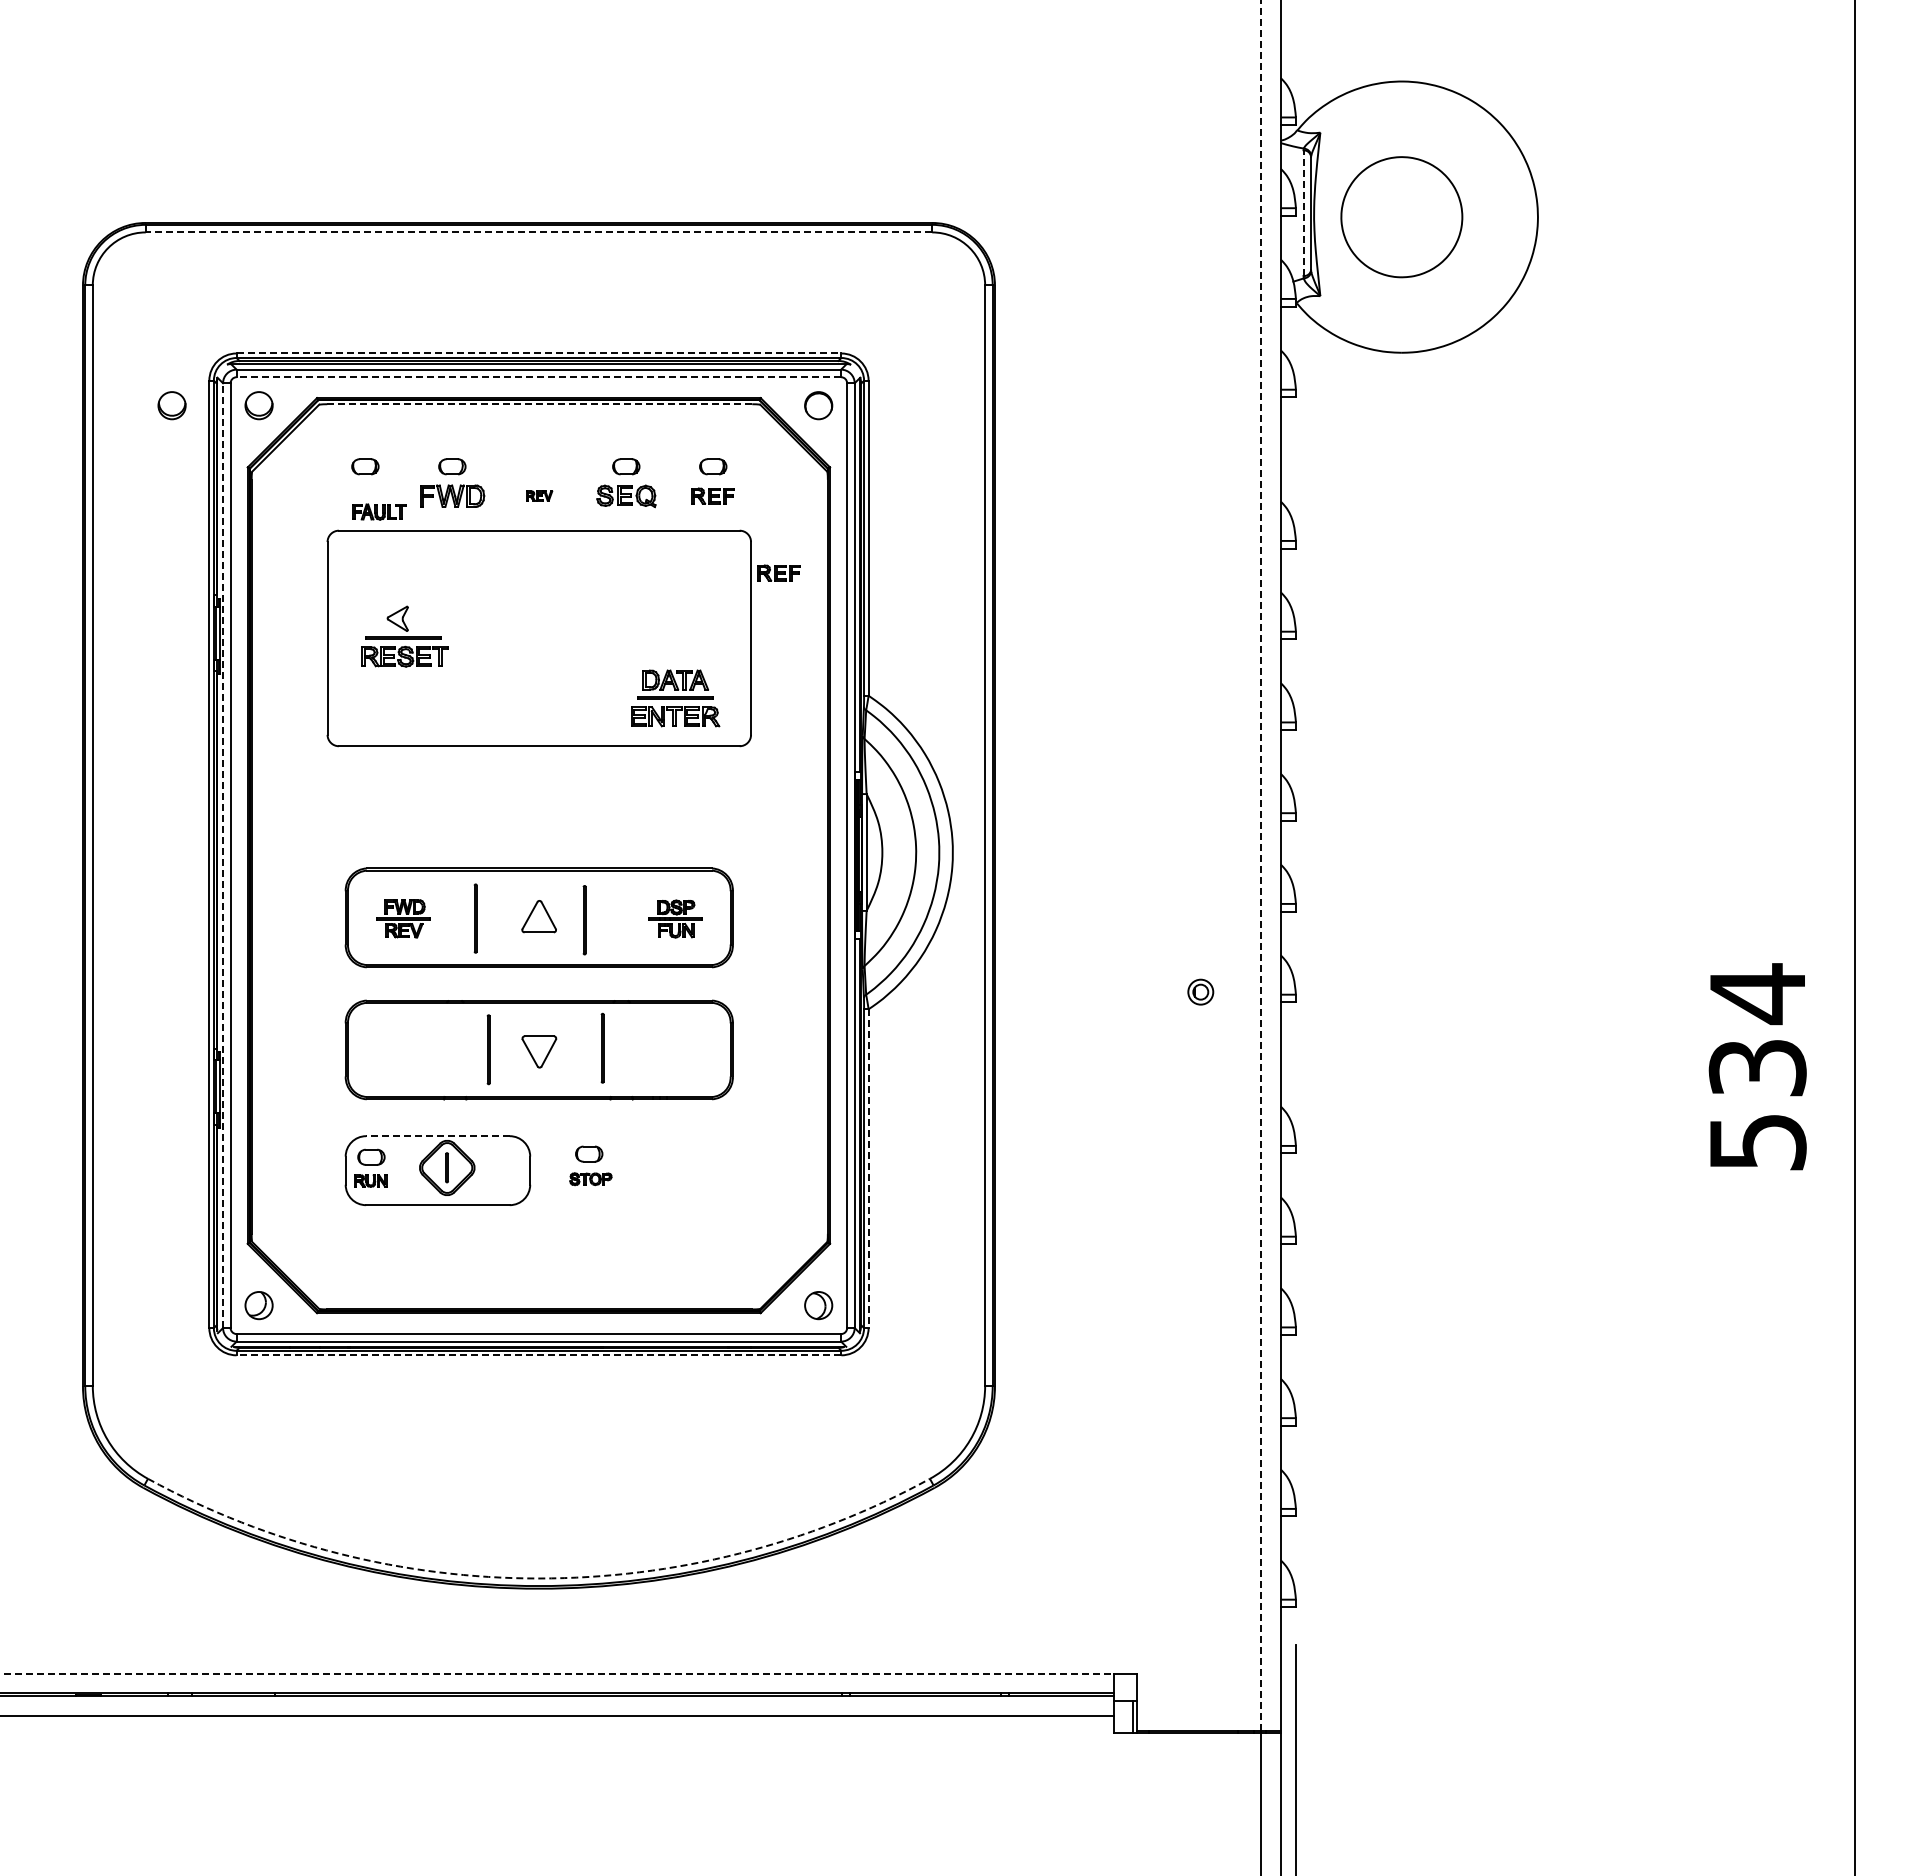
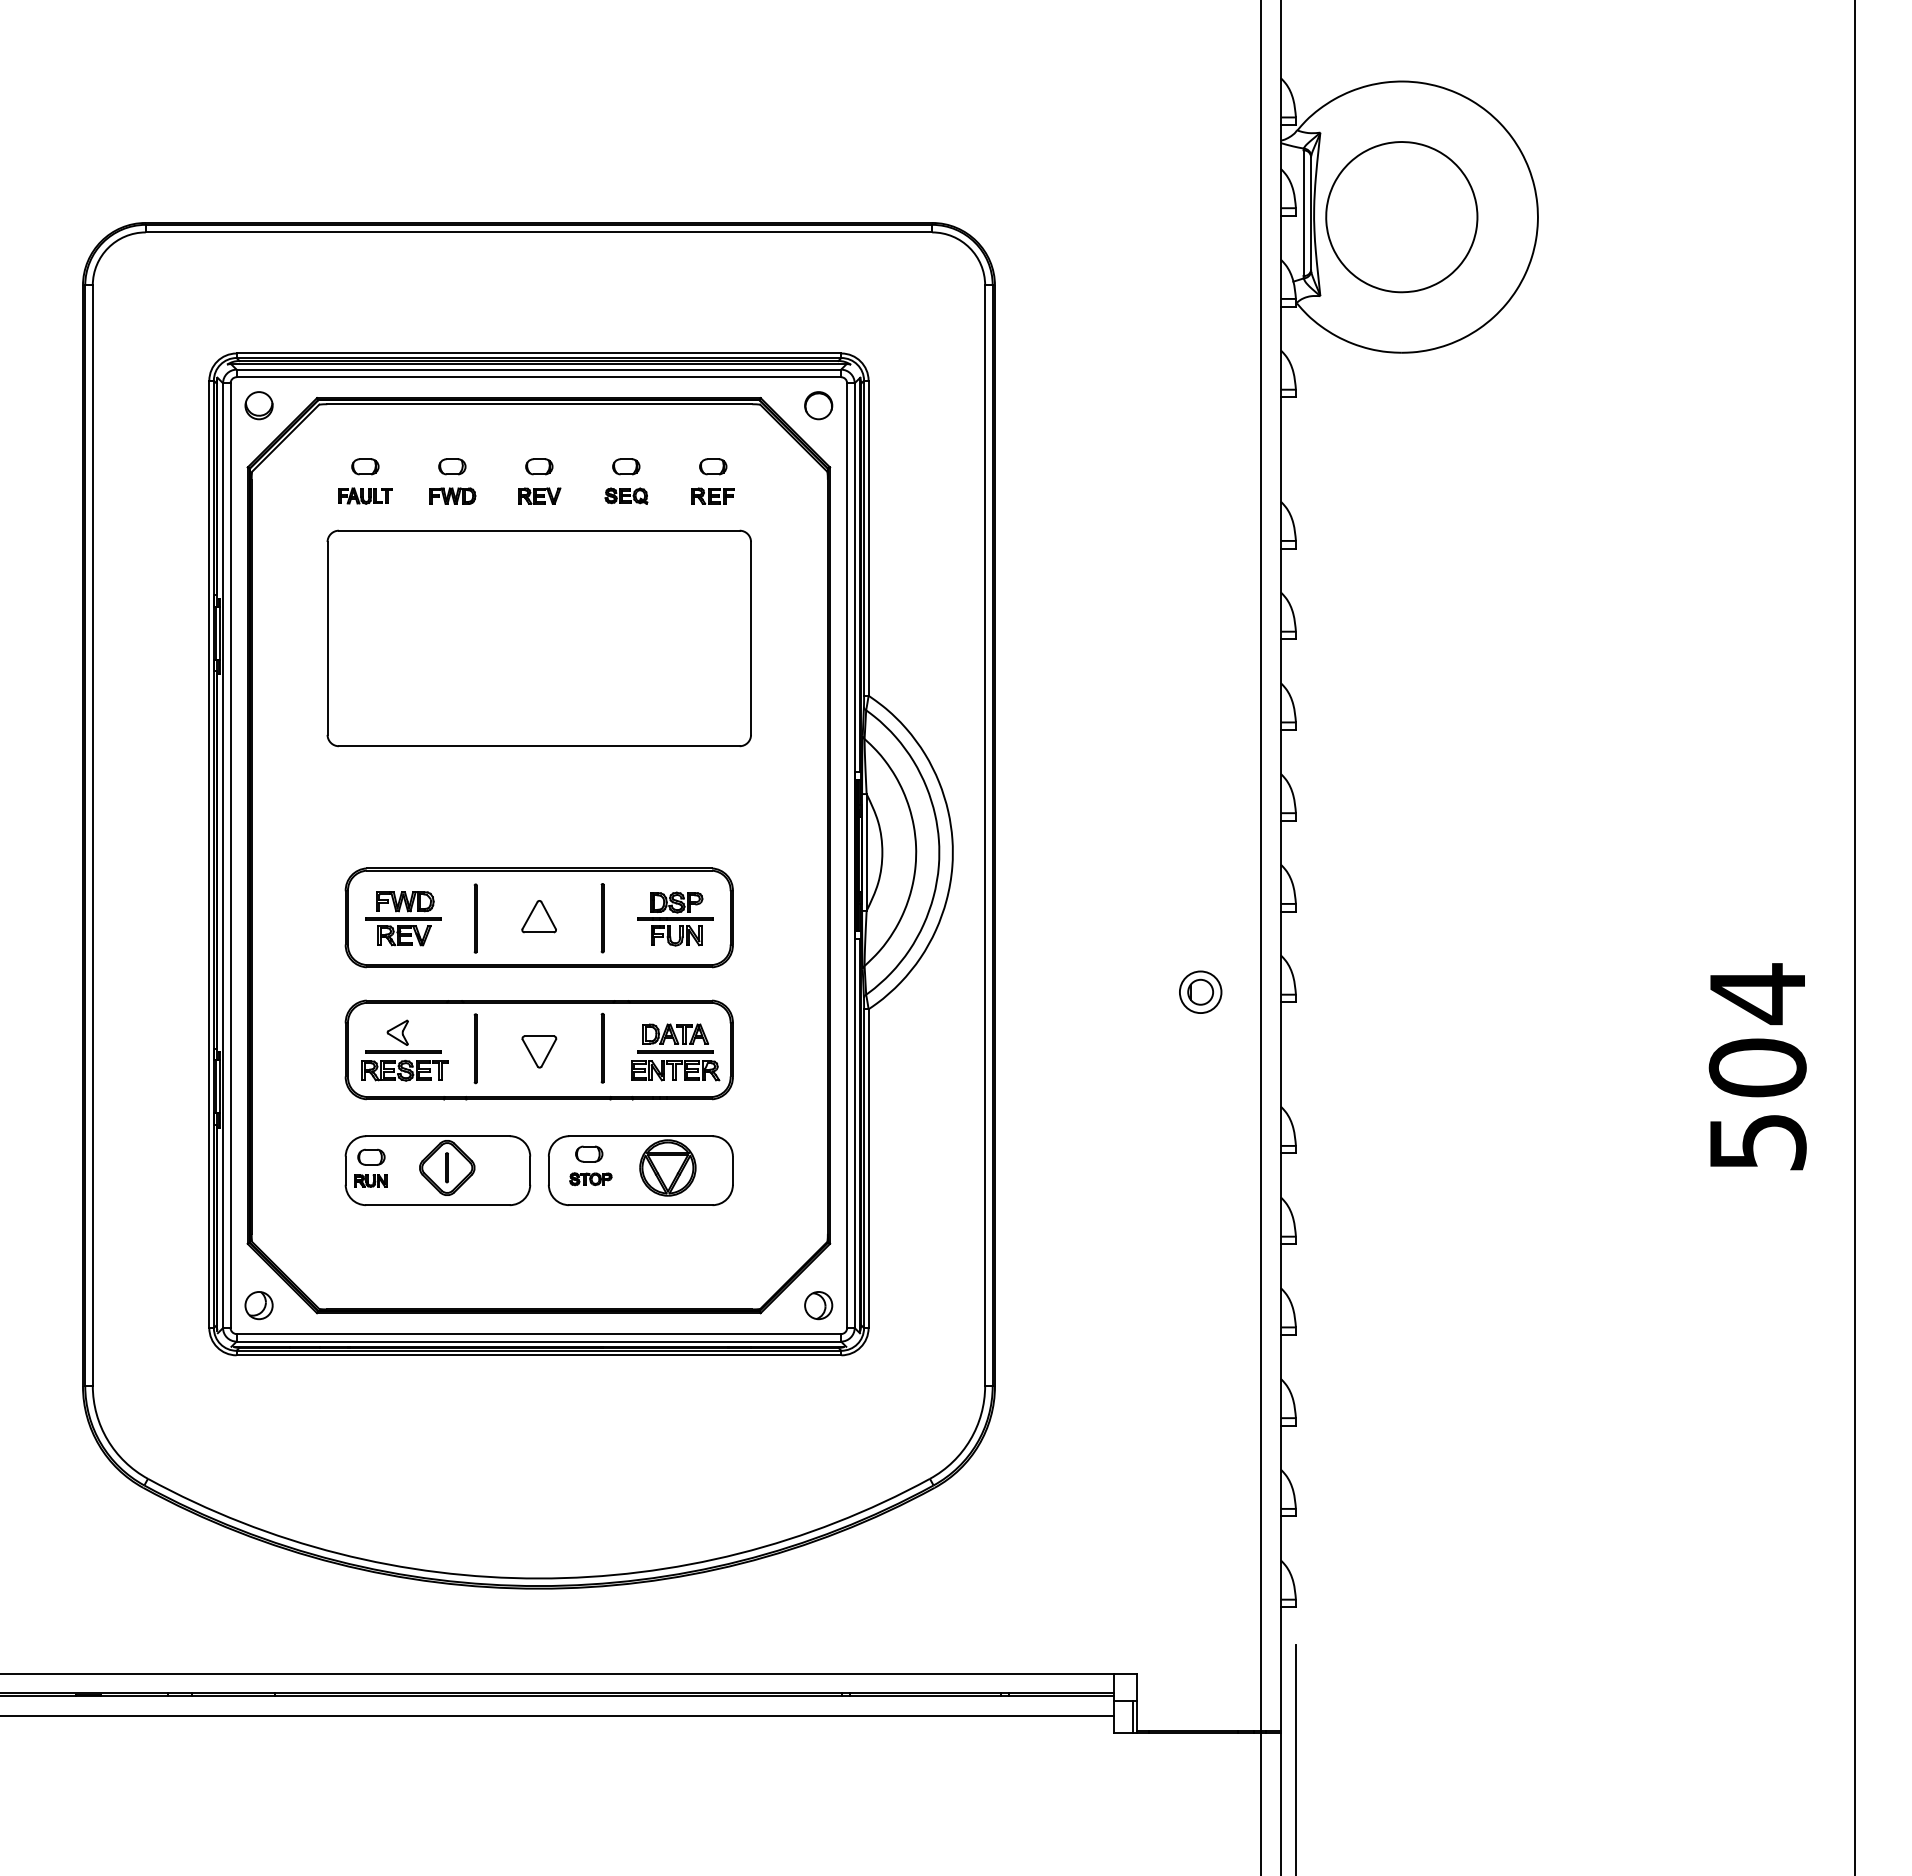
line at (1303, 213): dashed -> solid
part at (1401, 217) size: 124x123 px -> 154x153 px
line at (538, 232): dashed -> solid
line at (539, 353): dashed -> solid
line at (538, 377): dashed -> solid
line at (539, 404): dashed -> solid
part at (171, 405): present -> none
part at (539, 466): none -> present
part at (452, 495) size: 66x24 px -> 48x18 px
part at (539, 495) size: 28x12 px -> 44x18 px
part at (626, 496) size: 61x25 px -> 45x18 px
part at (379, 511) position: (379, 511) -> (365, 495)
part at (778, 572): present -> none
part at (404, 636) position: (404, 636) -> (404, 1050)
part at (675, 698) position: (675, 698) -> (675, 1052)
line at (223, 855): dashed -> solid
line at (1261, 865): dashed -> solid
part at (403, 918) size: 55x40 px -> 77x56 px
part at (675, 918) size: 55x40 px -> 77x56 px
line at (584, 920) position: (584, 920) -> (602, 918)
part at (1200, 991) size: 28x28 px -> 44x44 px
line at (488, 1049) position: (488, 1049) -> (475, 1048)
text at (1757, 1067): 534 -> 504
line at (437, 1136): dashed -> solid
line at (868, 1169): dashed -> solid
part at (640, 1170): none -> present
line at (538, 1355): dashed -> solid
arc at (538, 1578): dashed -> solid
line at (557, 1673): dashed -> solid
